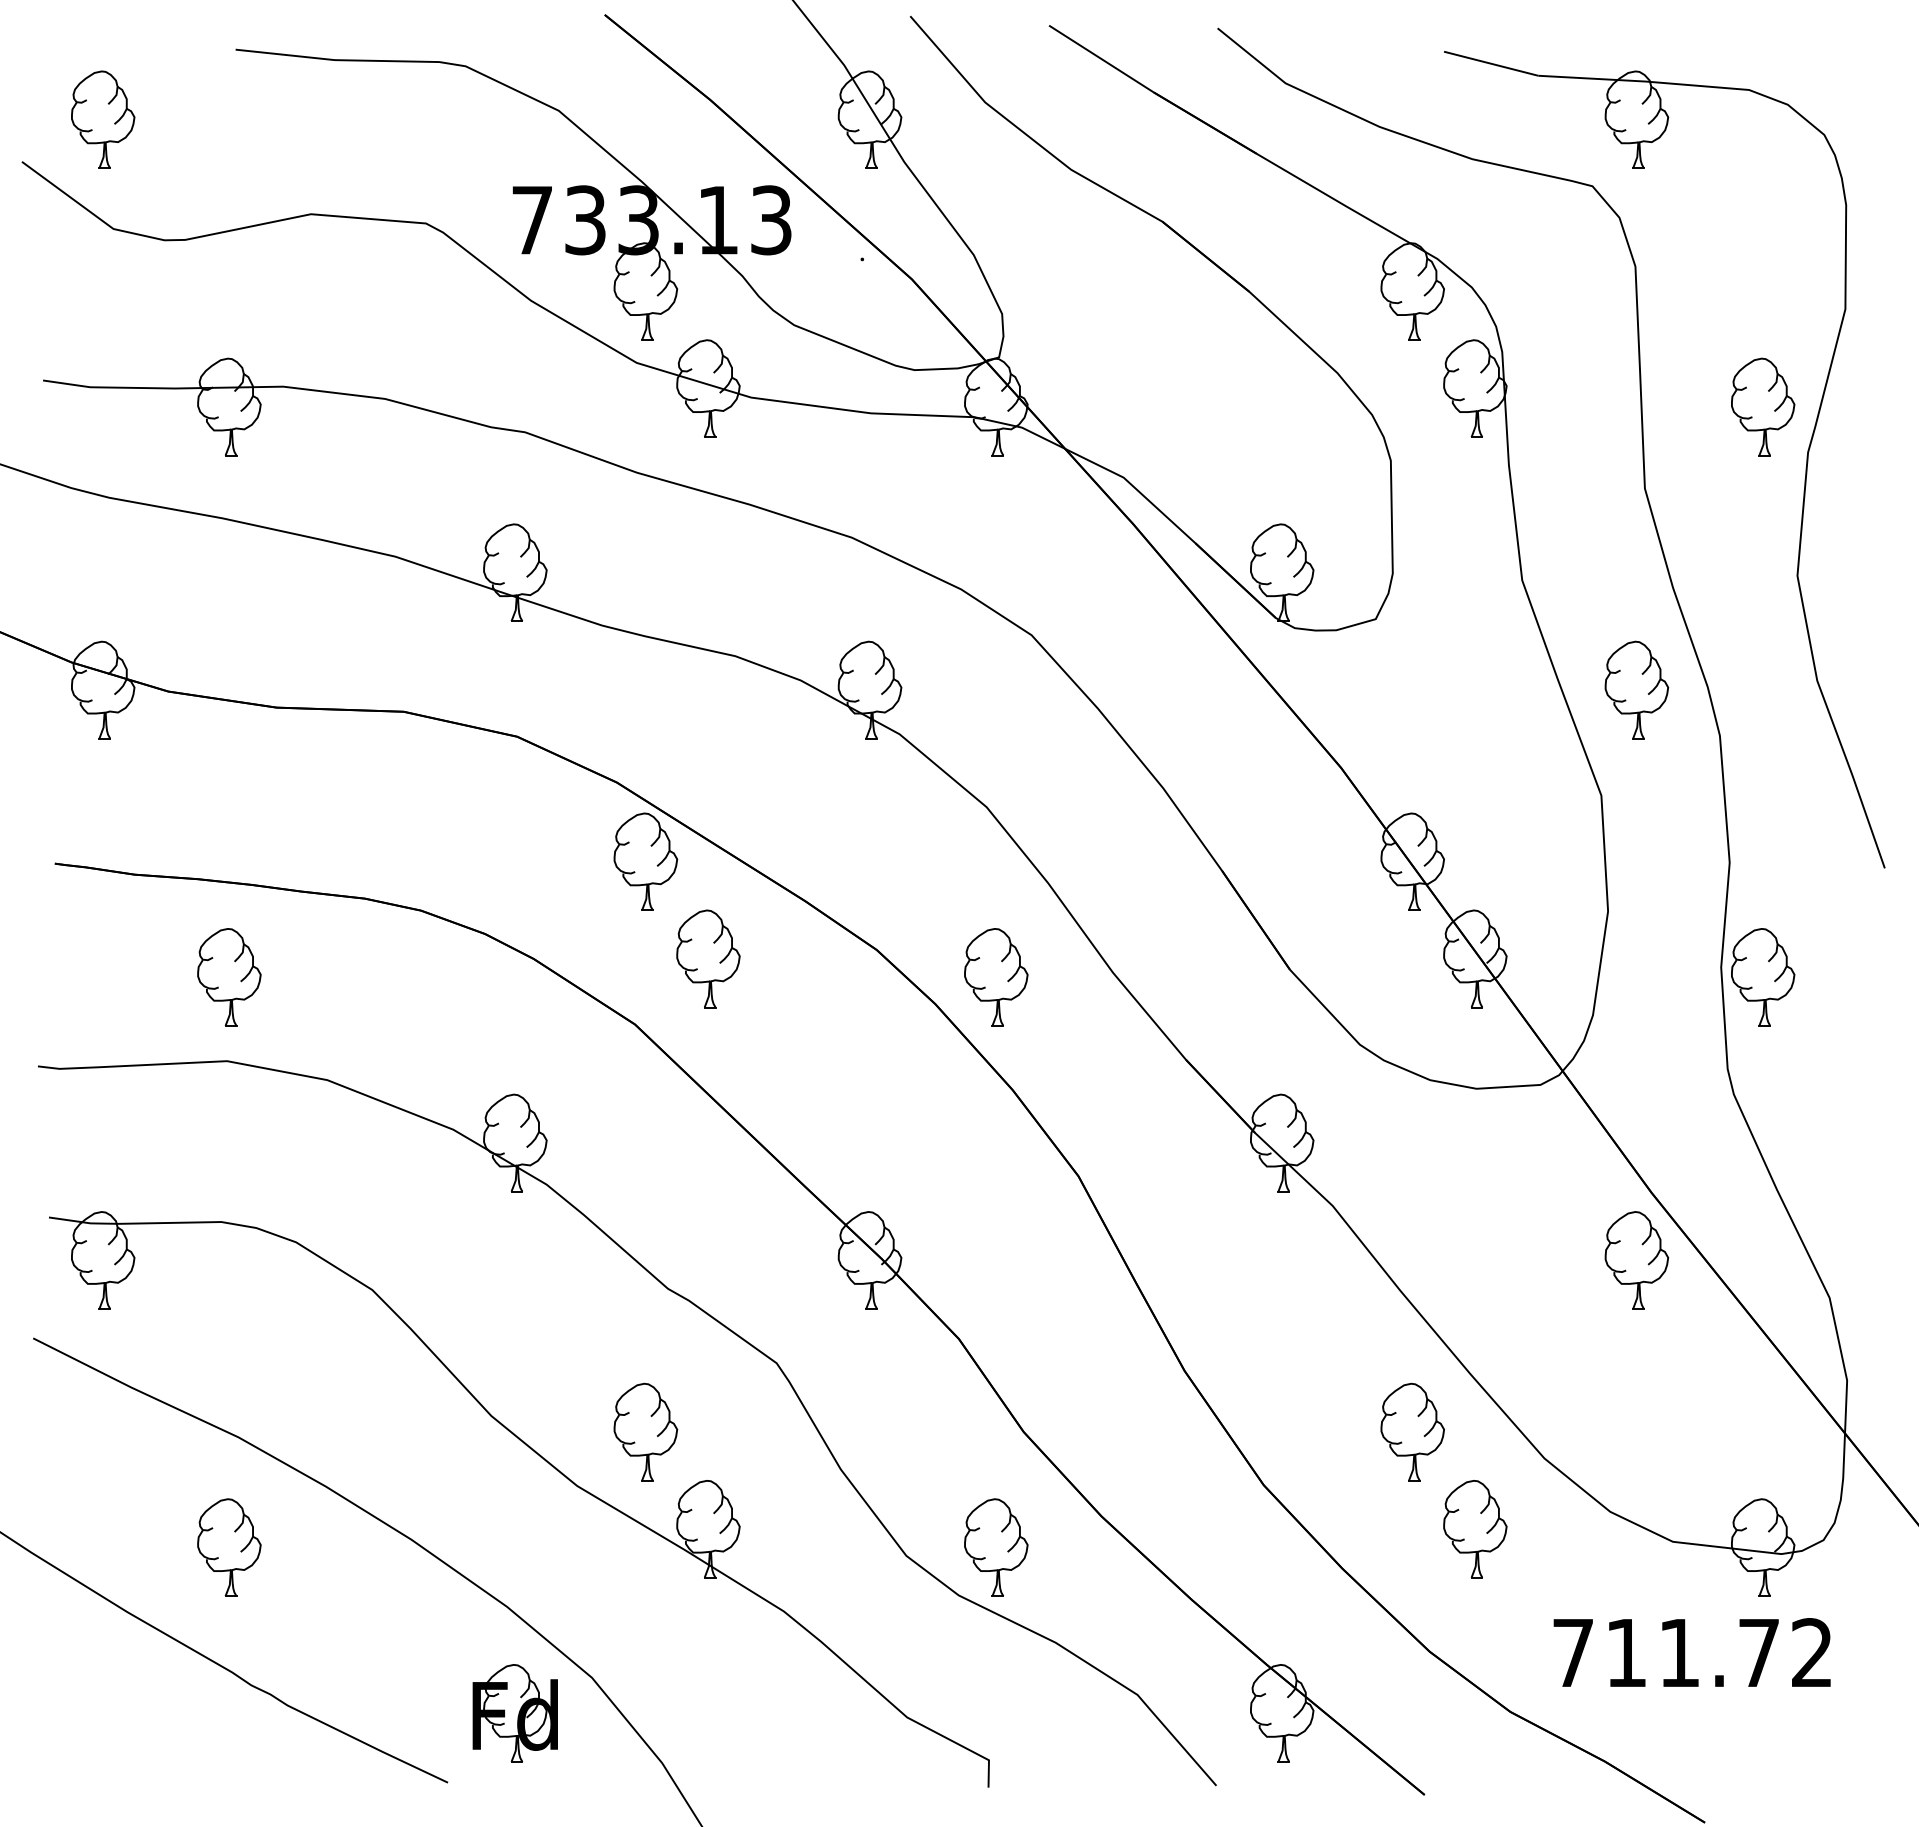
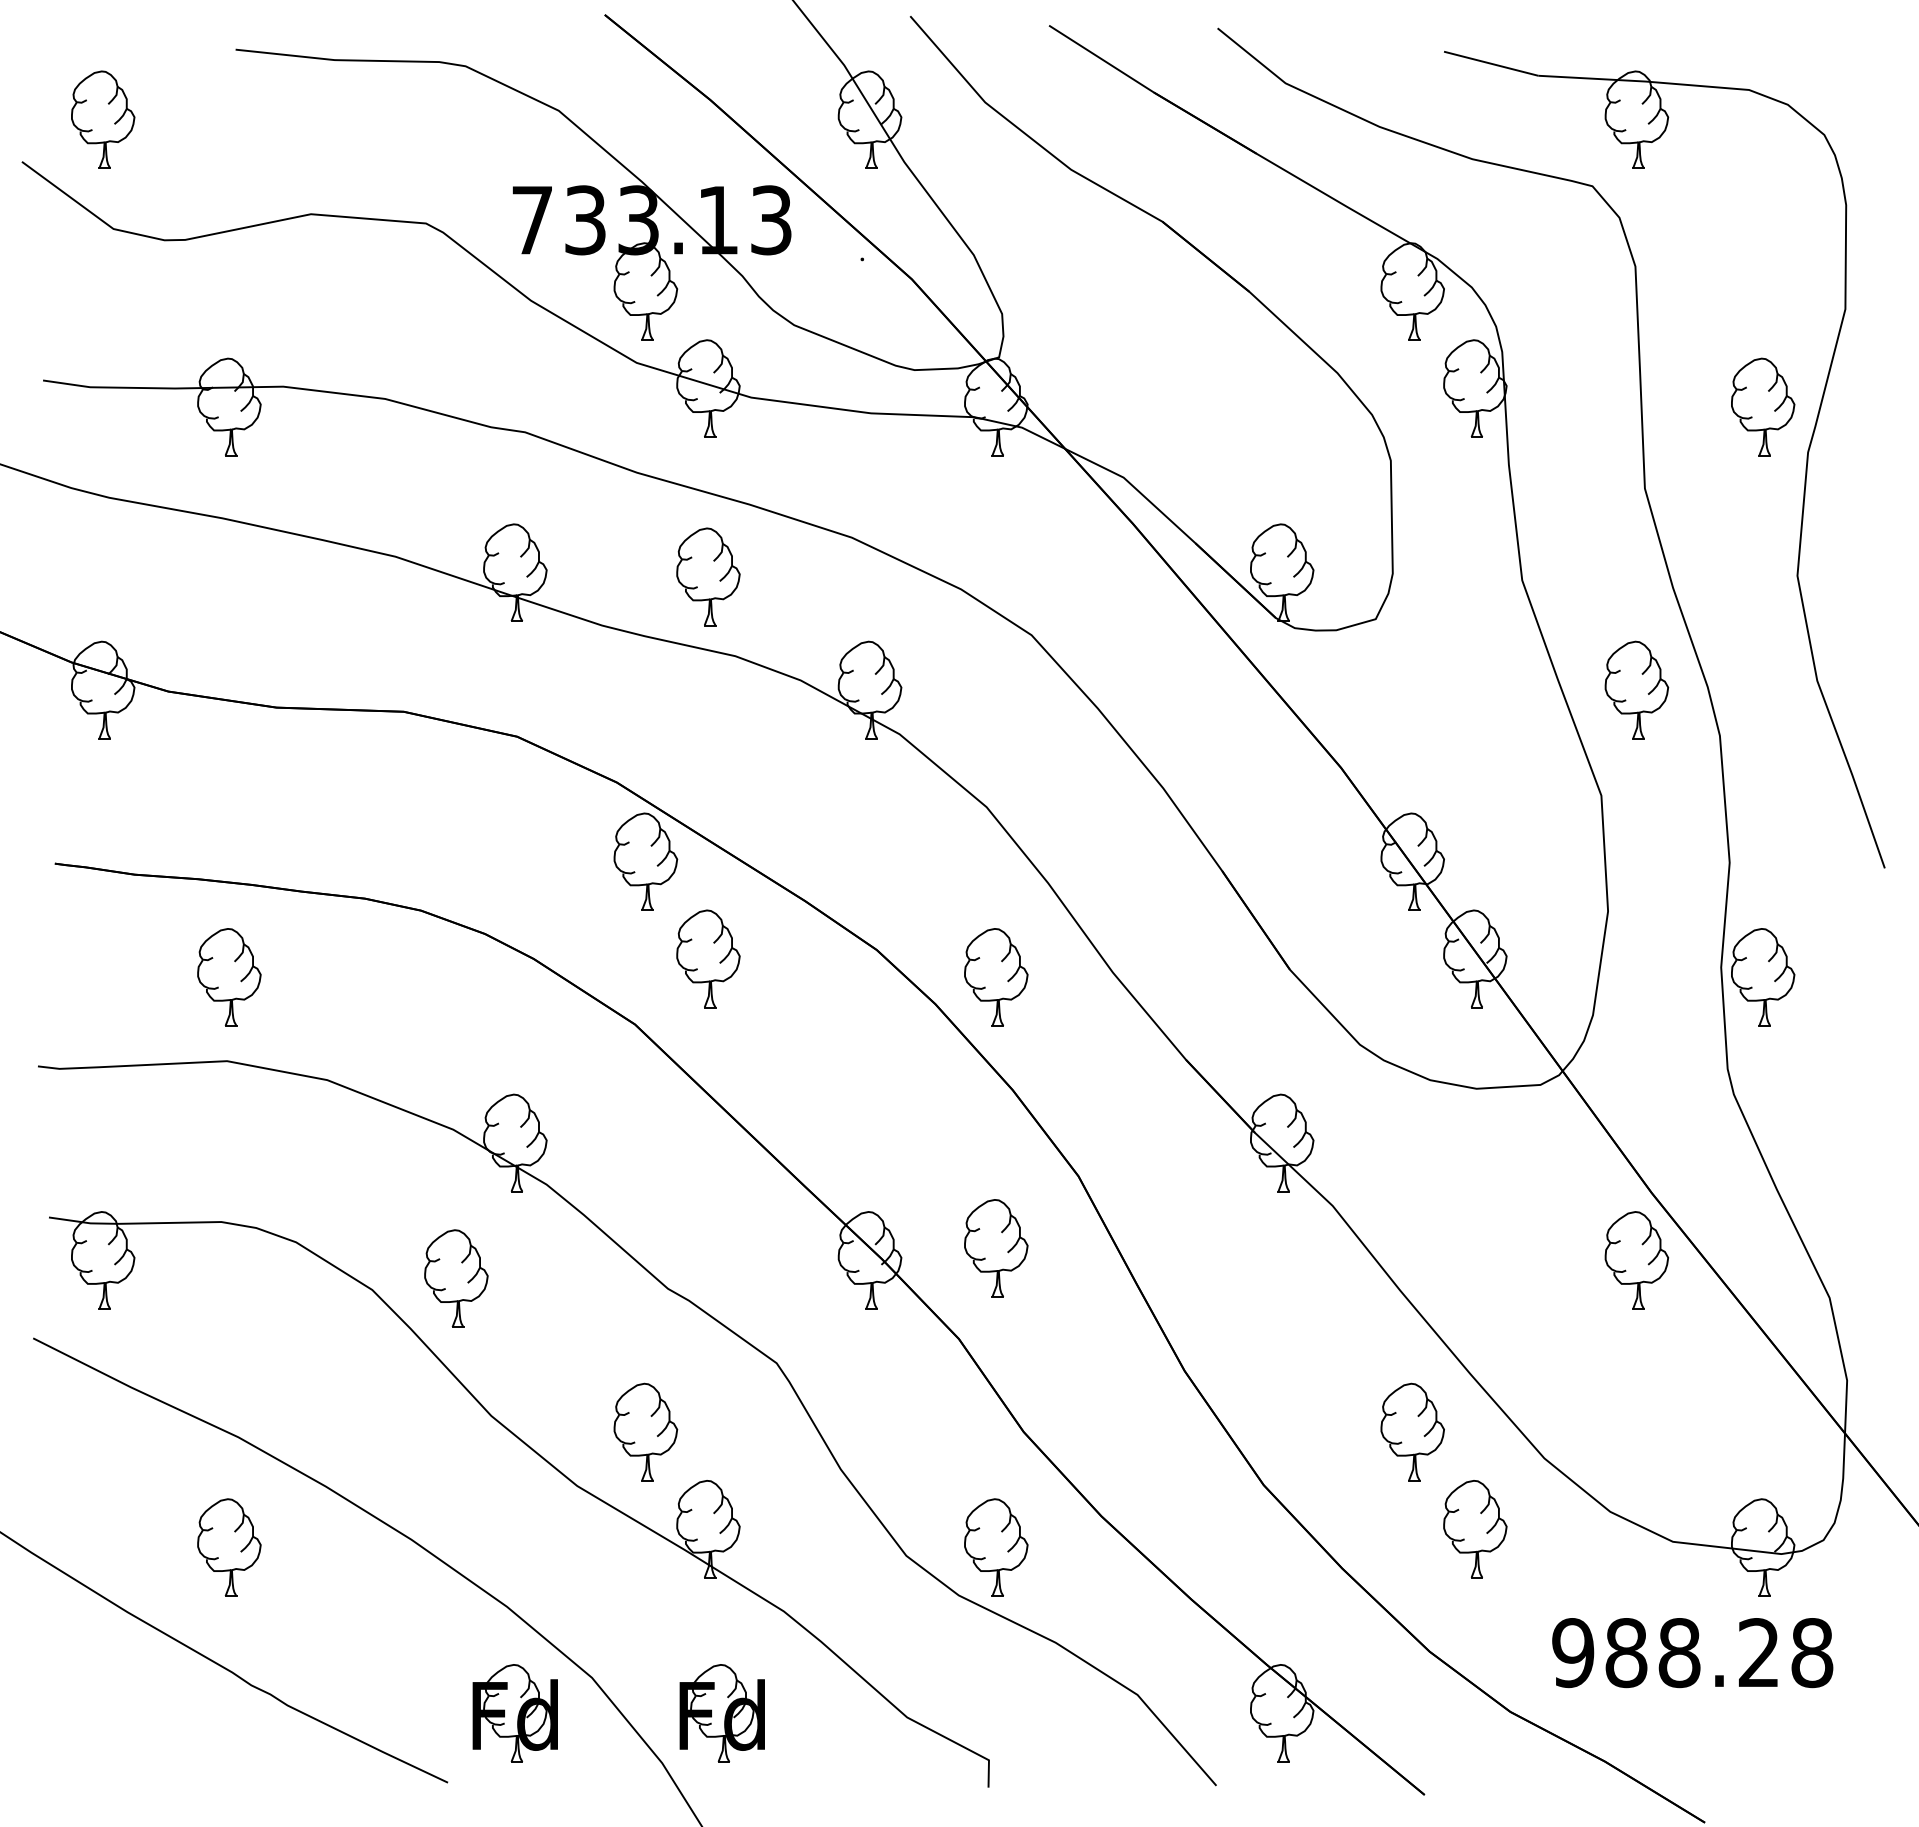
part at (708, 576): none -> present
part at (996, 1248): none -> present
part at (456, 1278): none -> present
text at (1692, 1653): 711.72 -> 988.28
part at (721, 1713): none -> present
